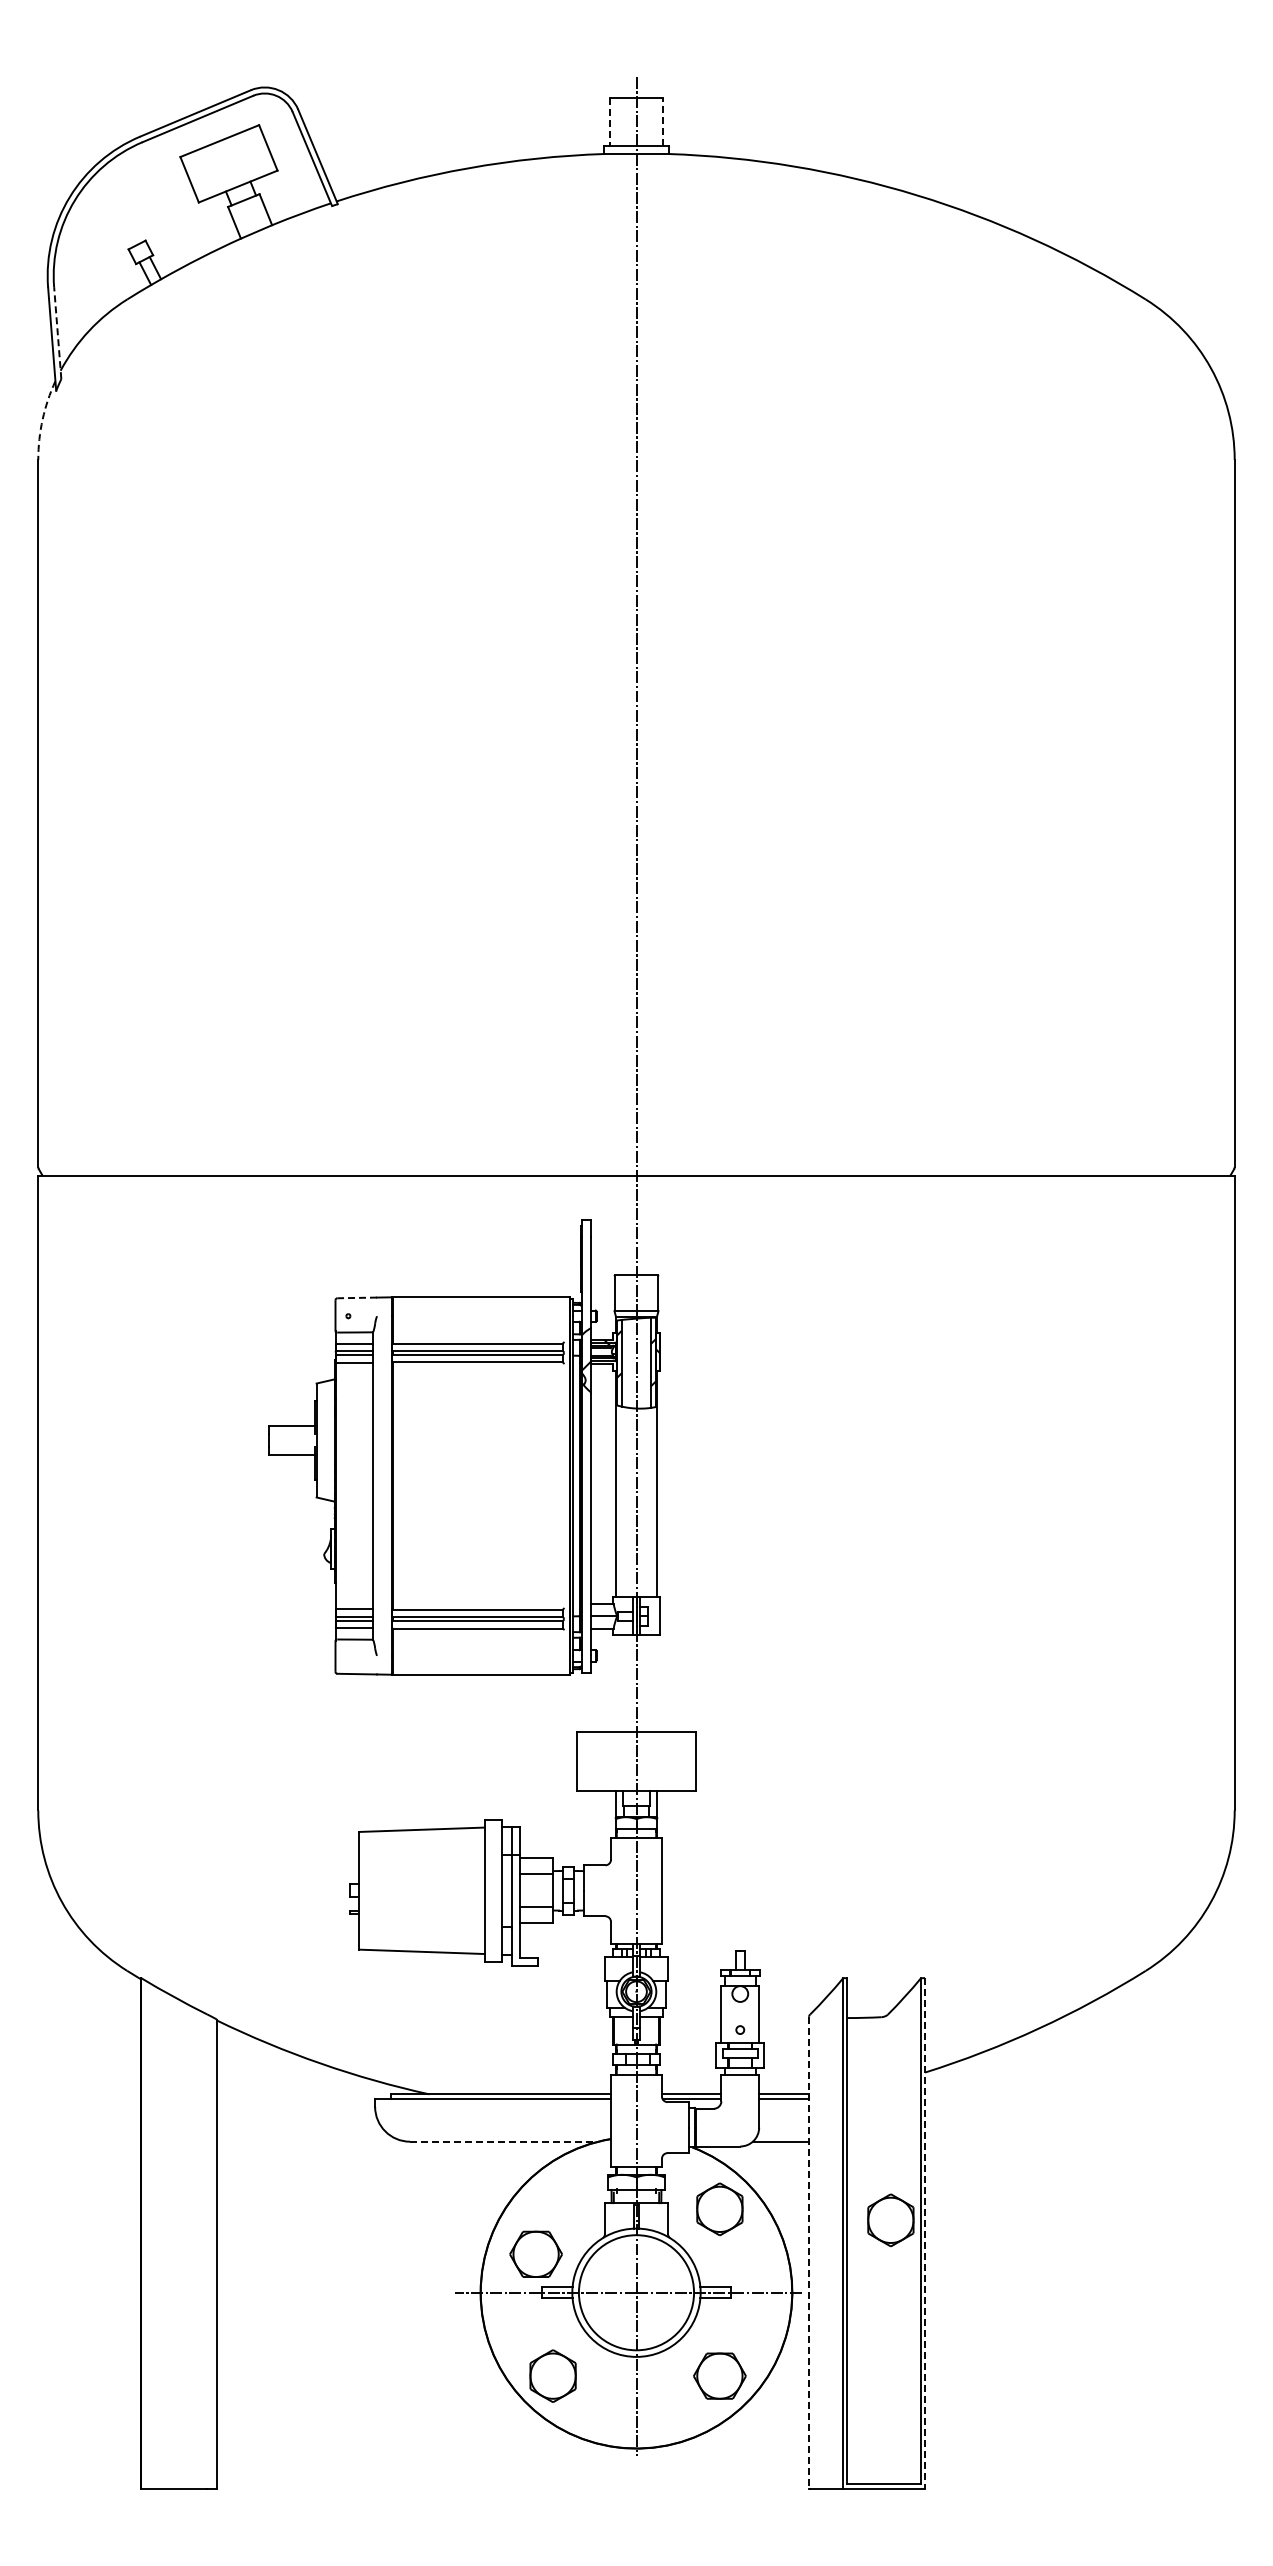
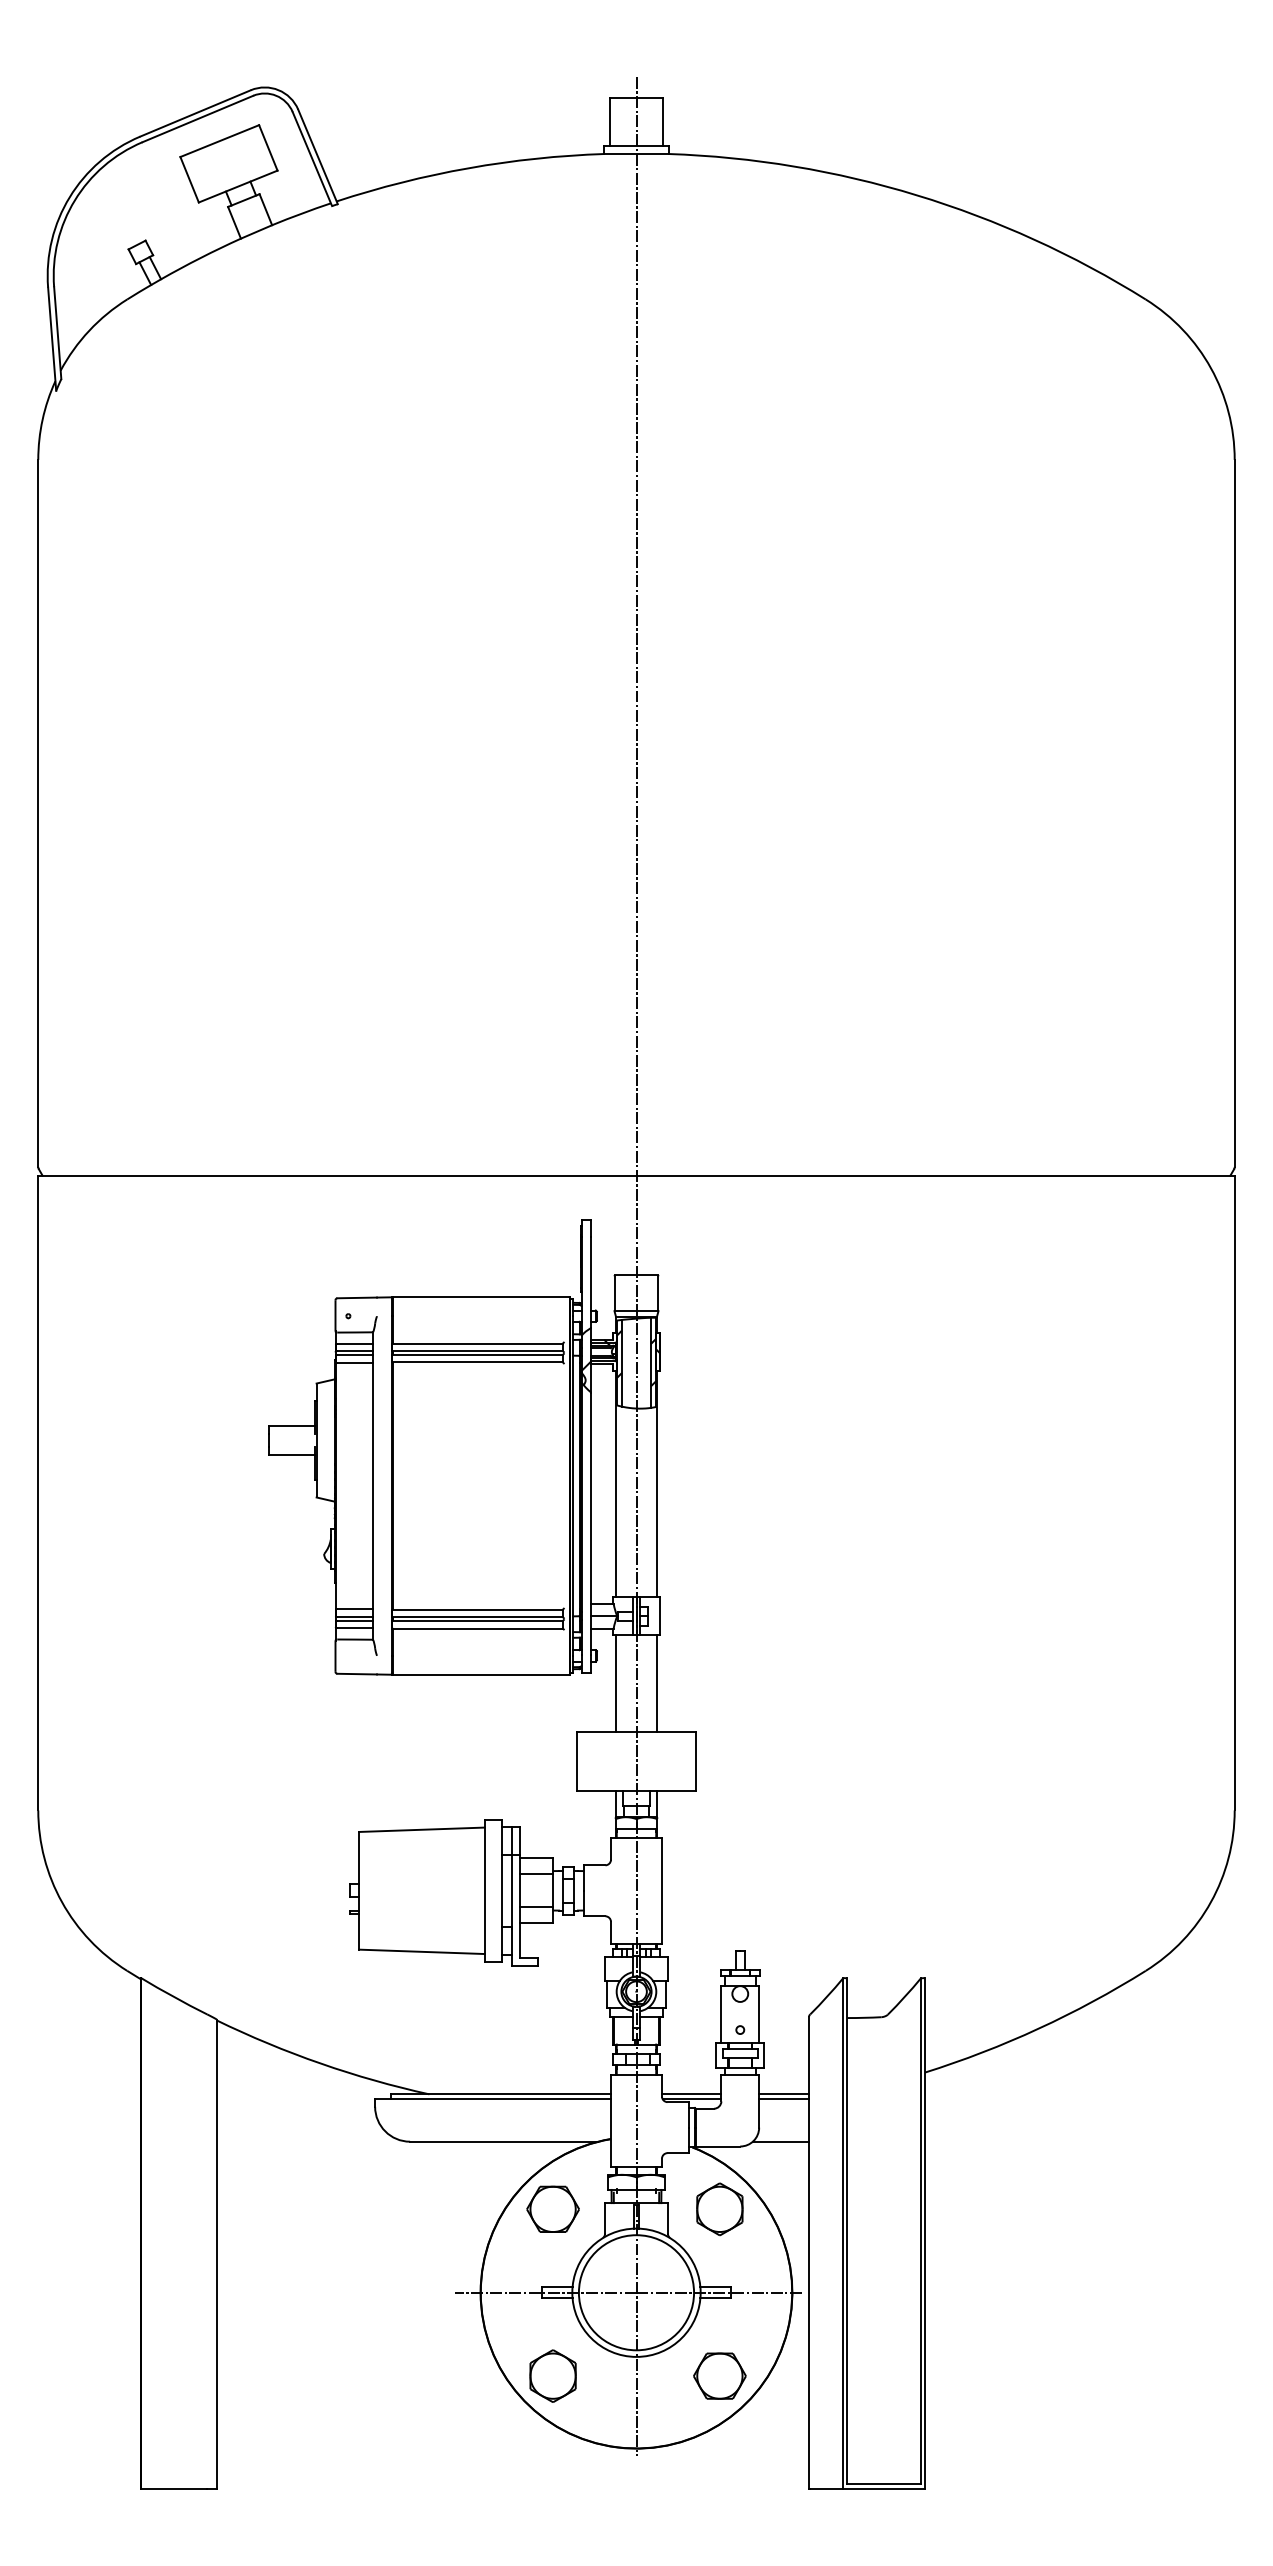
line at (662, 121): dashed -> solid
line at (610, 122): dashed -> solid
line at (57, 332): dashed -> solid
arc at (42, 419): dashed -> solid
line at (357, 1297): dashed -> solid
line at (616, 1683): none -> present
line at (656, 1683): none -> present
line at (504, 2141): dashed -> solid
part at (890, 2220): present -> none
line at (925, 2234): dashed -> solid
part at (535, 2253) position: (535, 2253) -> (552, 2208)
line at (809, 2253): dashed -> solid
